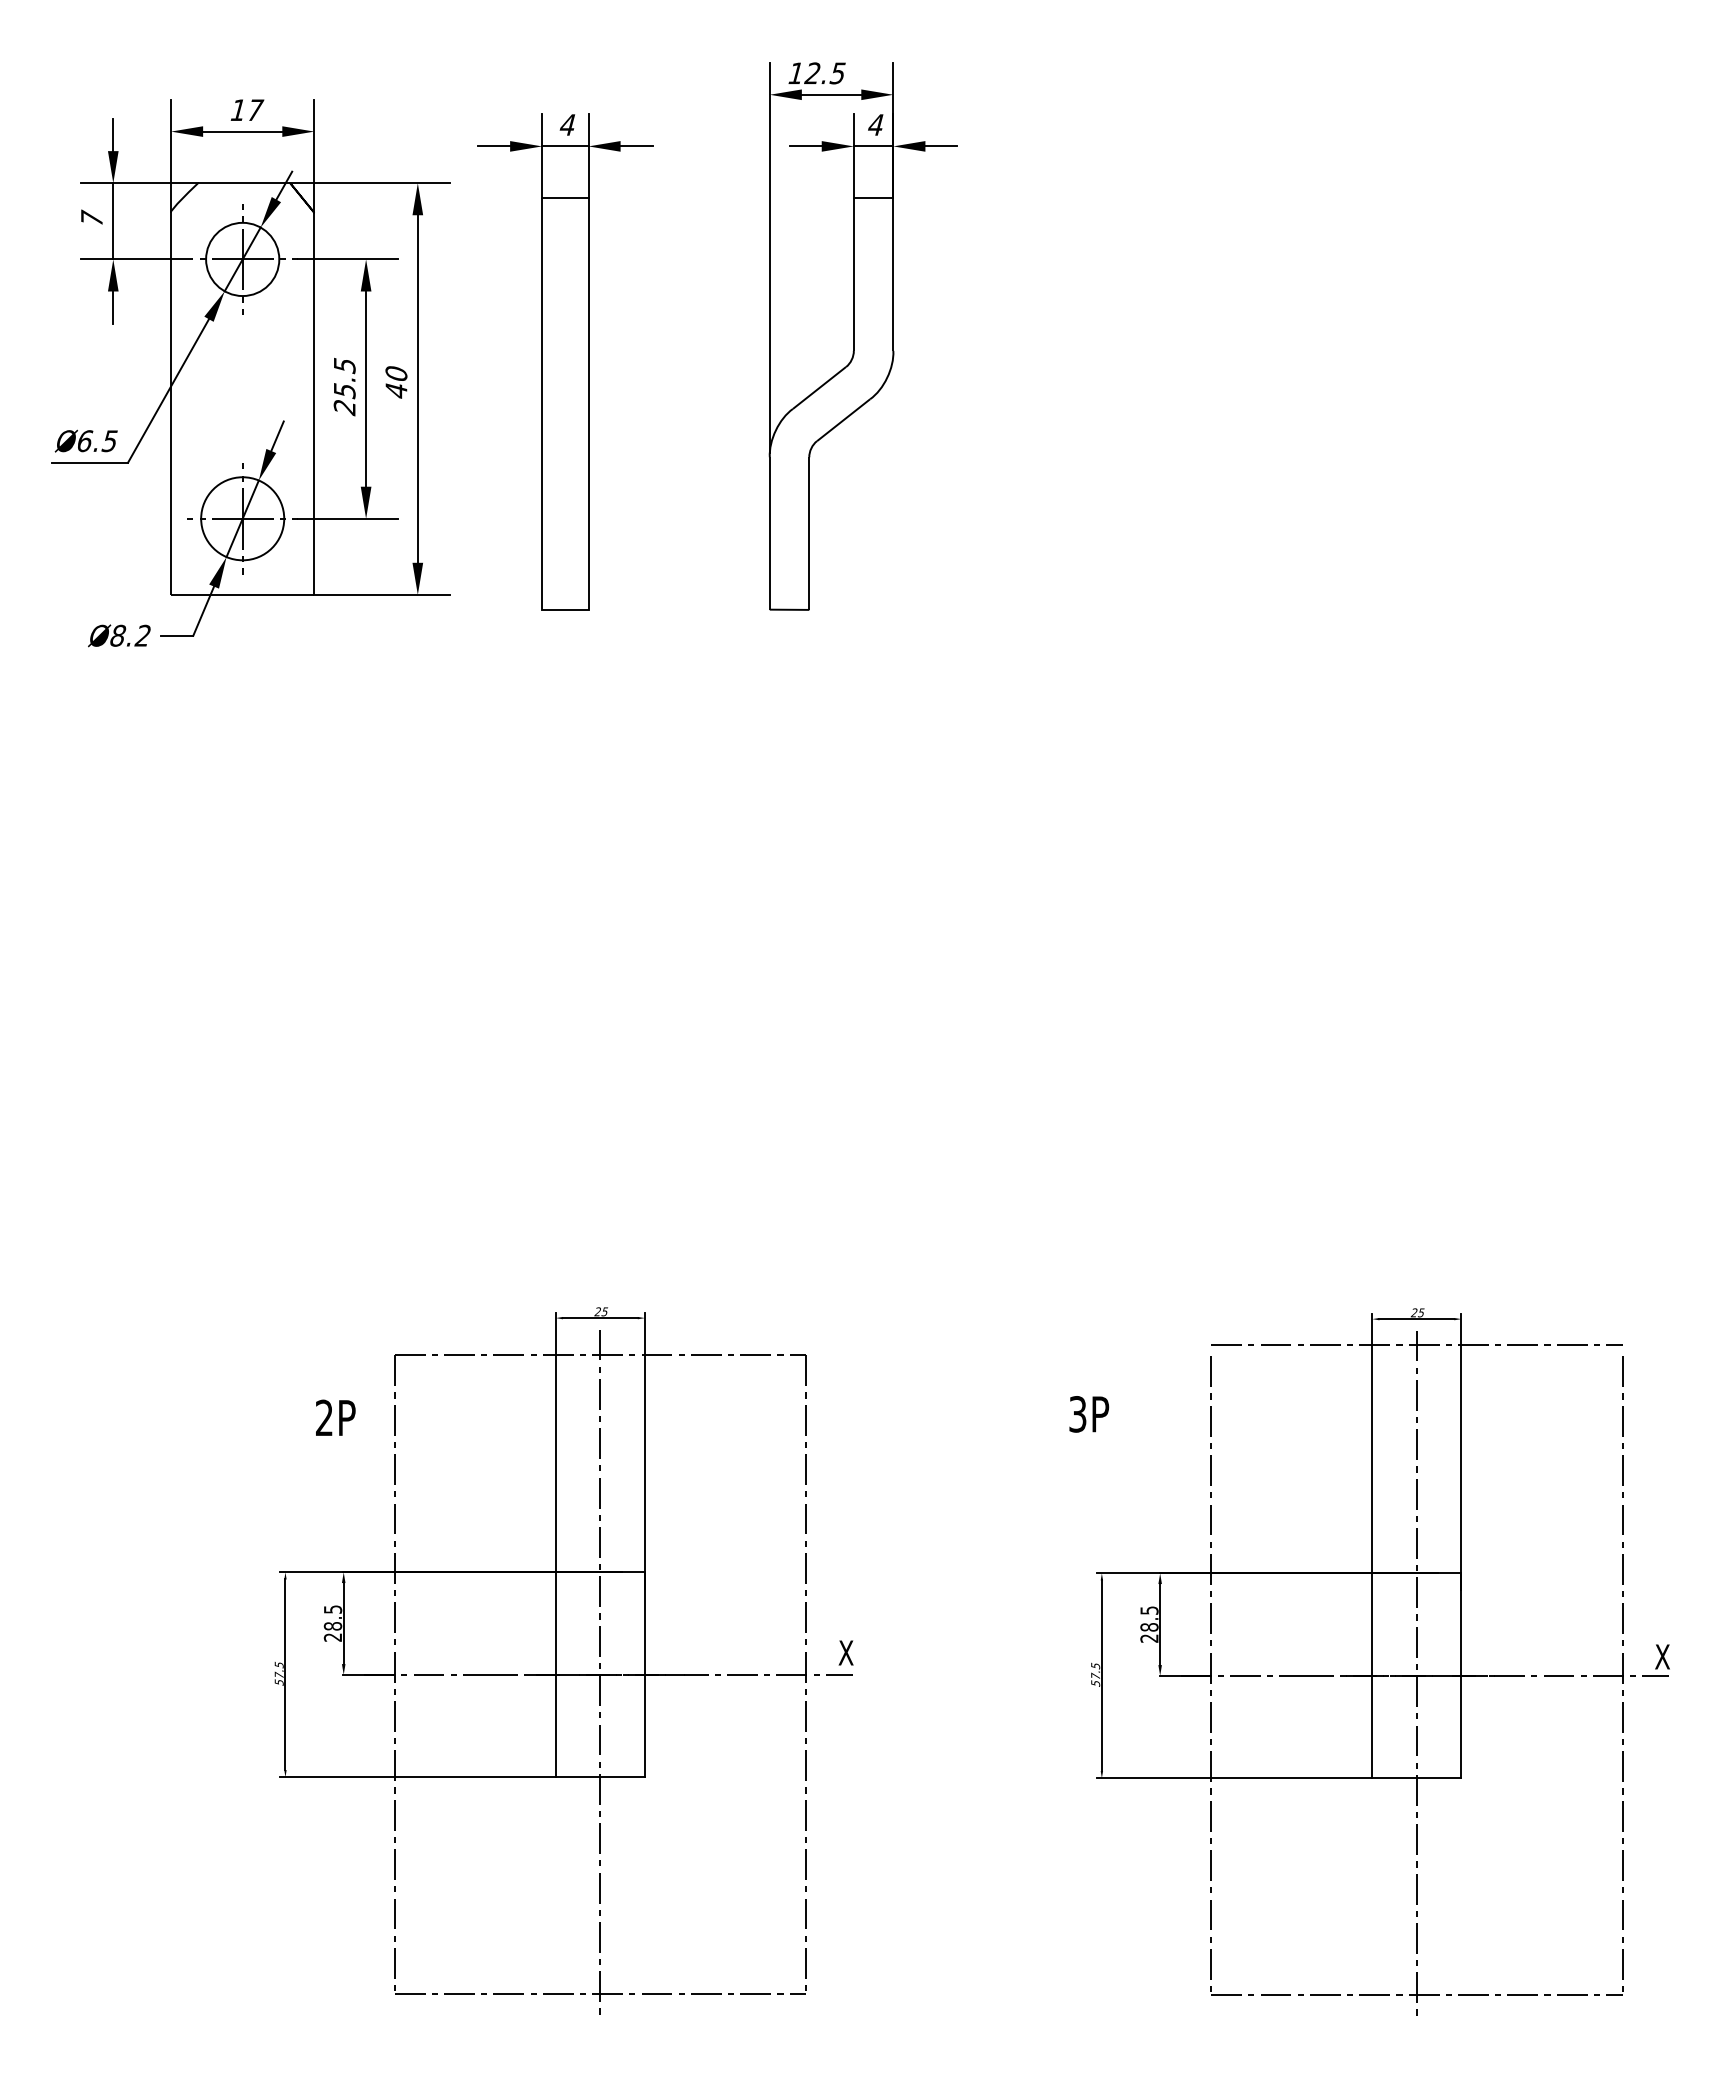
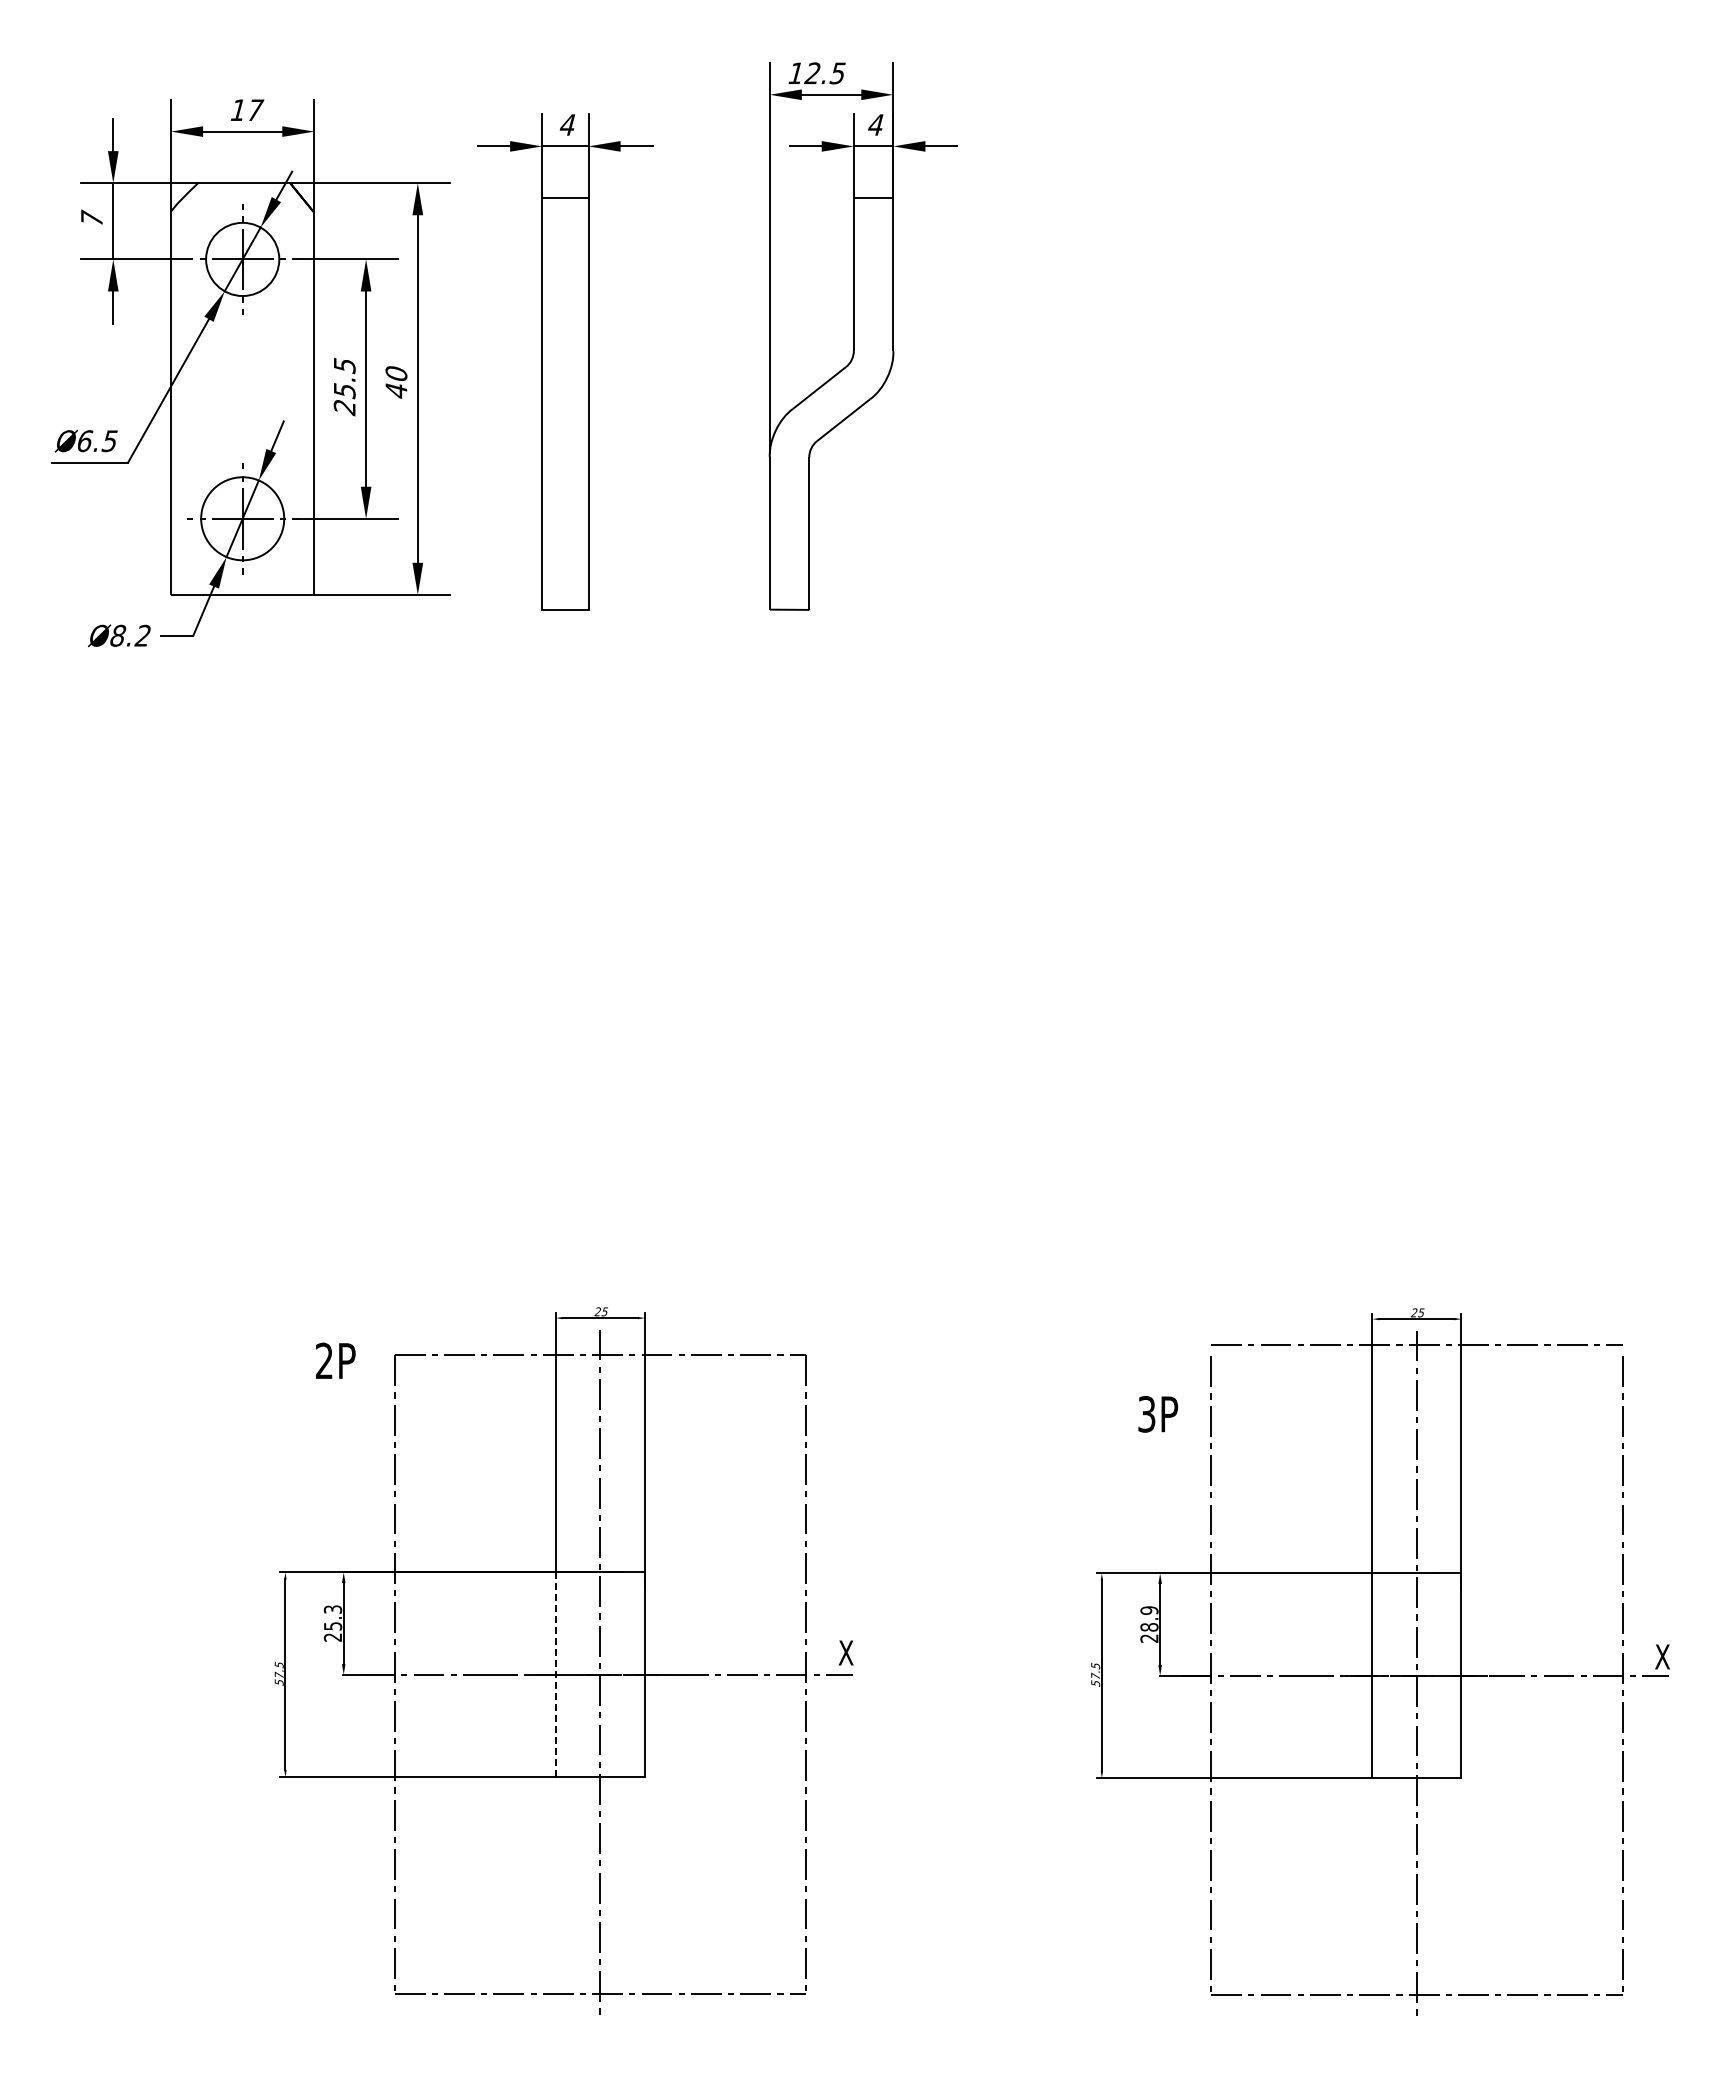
text at (1089, 1414) position: (1089, 1414) -> (1158, 1414)
text at (335, 1417) position: (335, 1417) -> (335, 1360)
text at (1149, 1610): 28.5 -> 28.9
text at (332, 1617): 28.5 -> 25.3
line at (555, 1674): solid -> dashed
